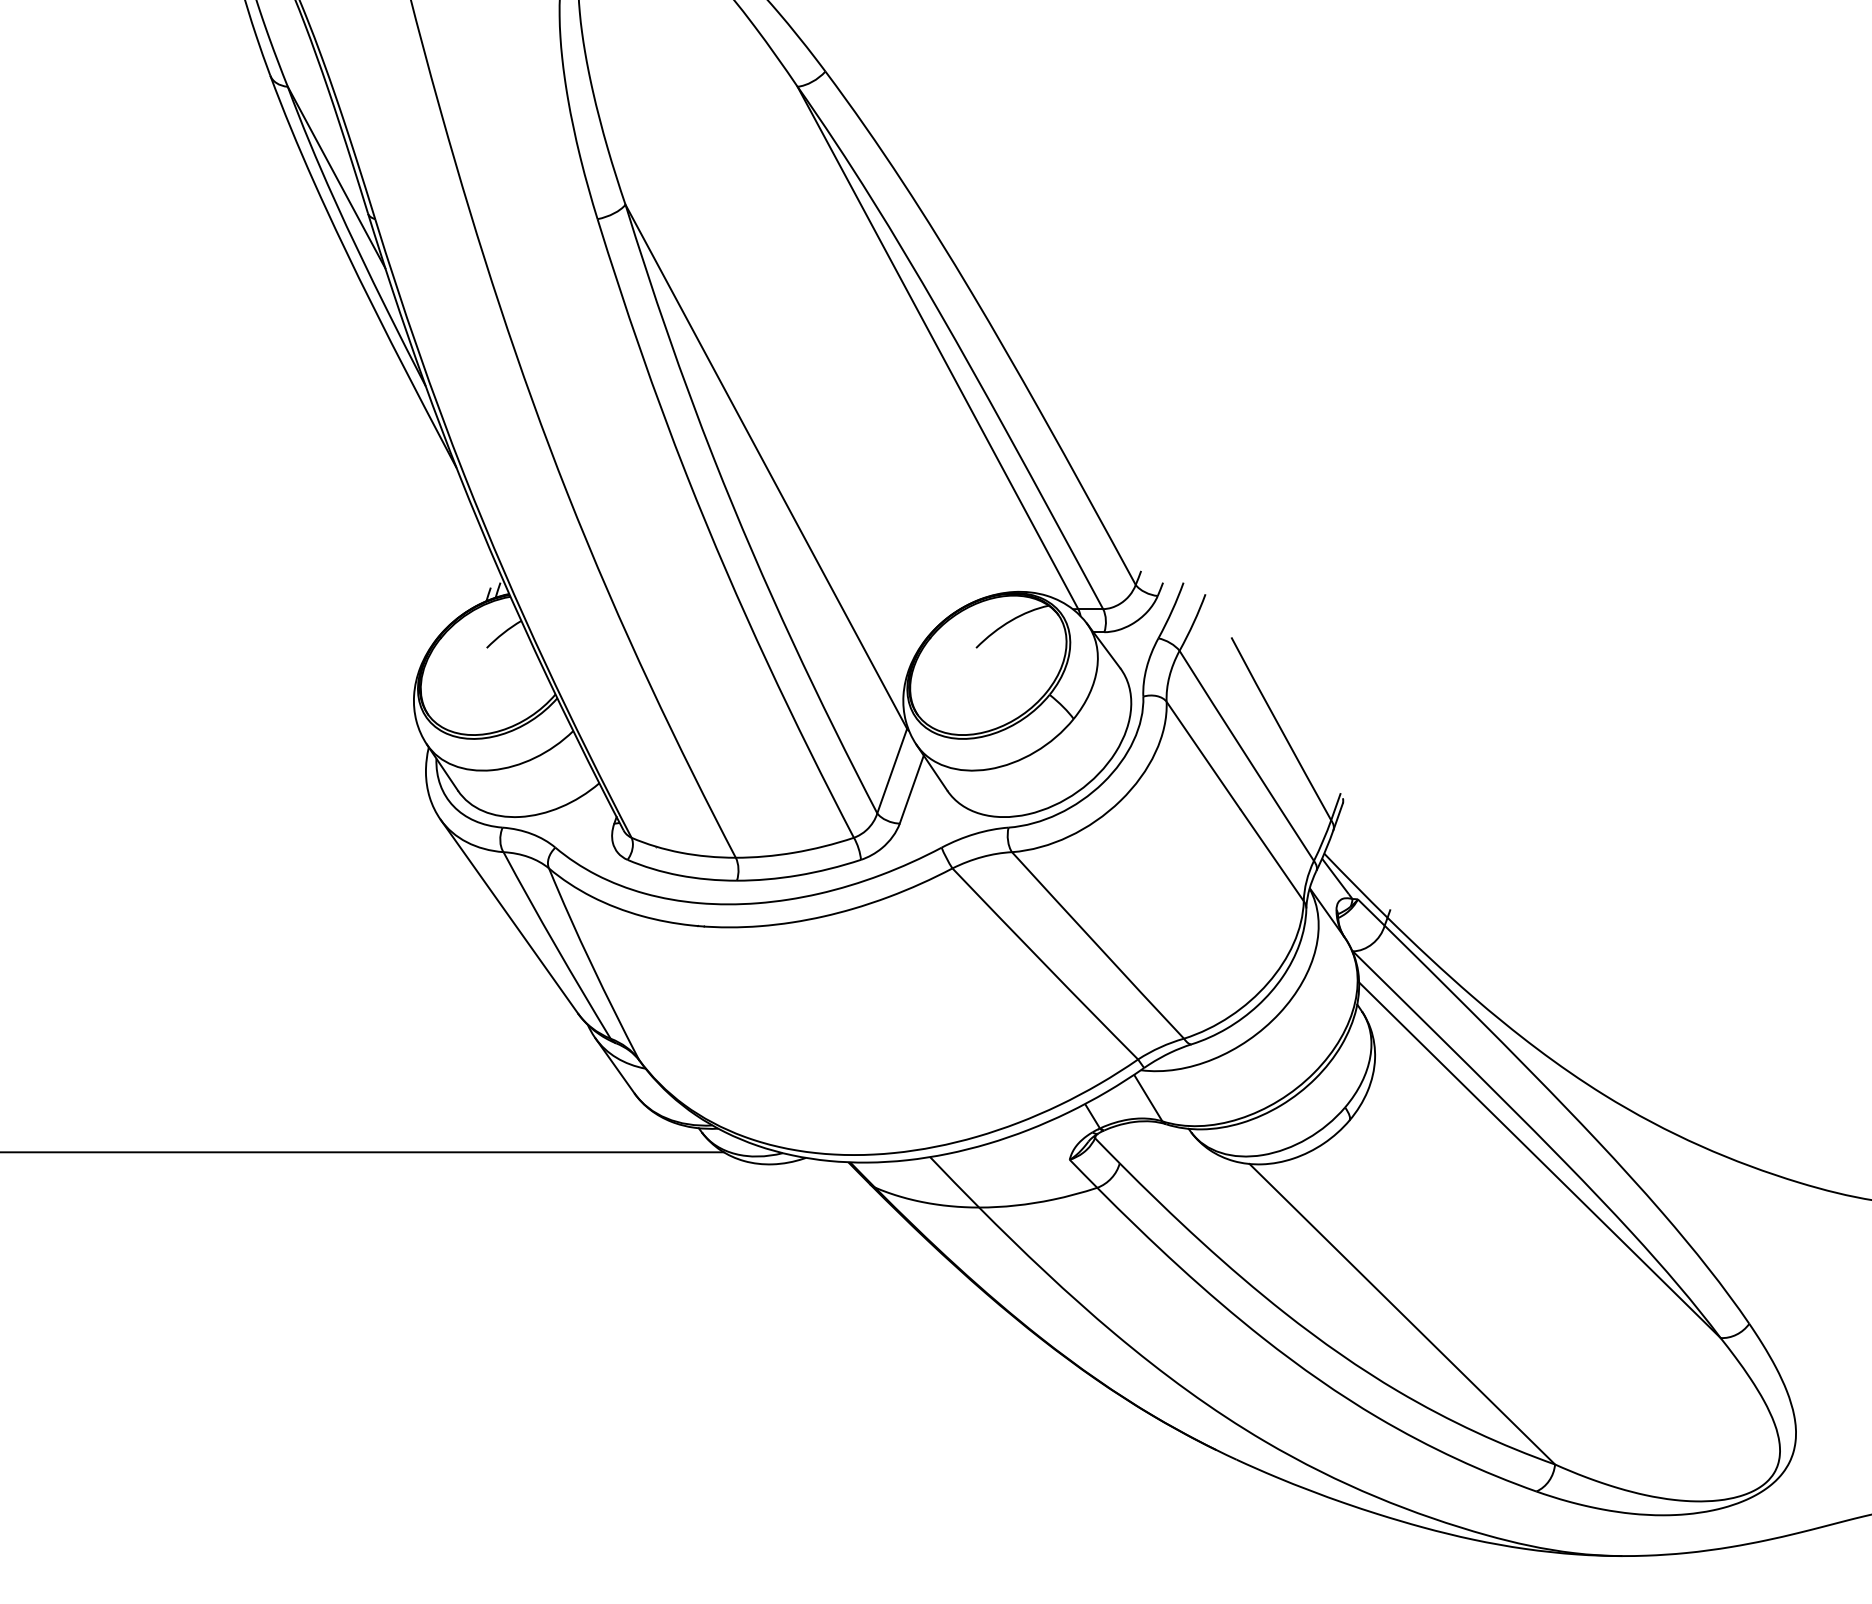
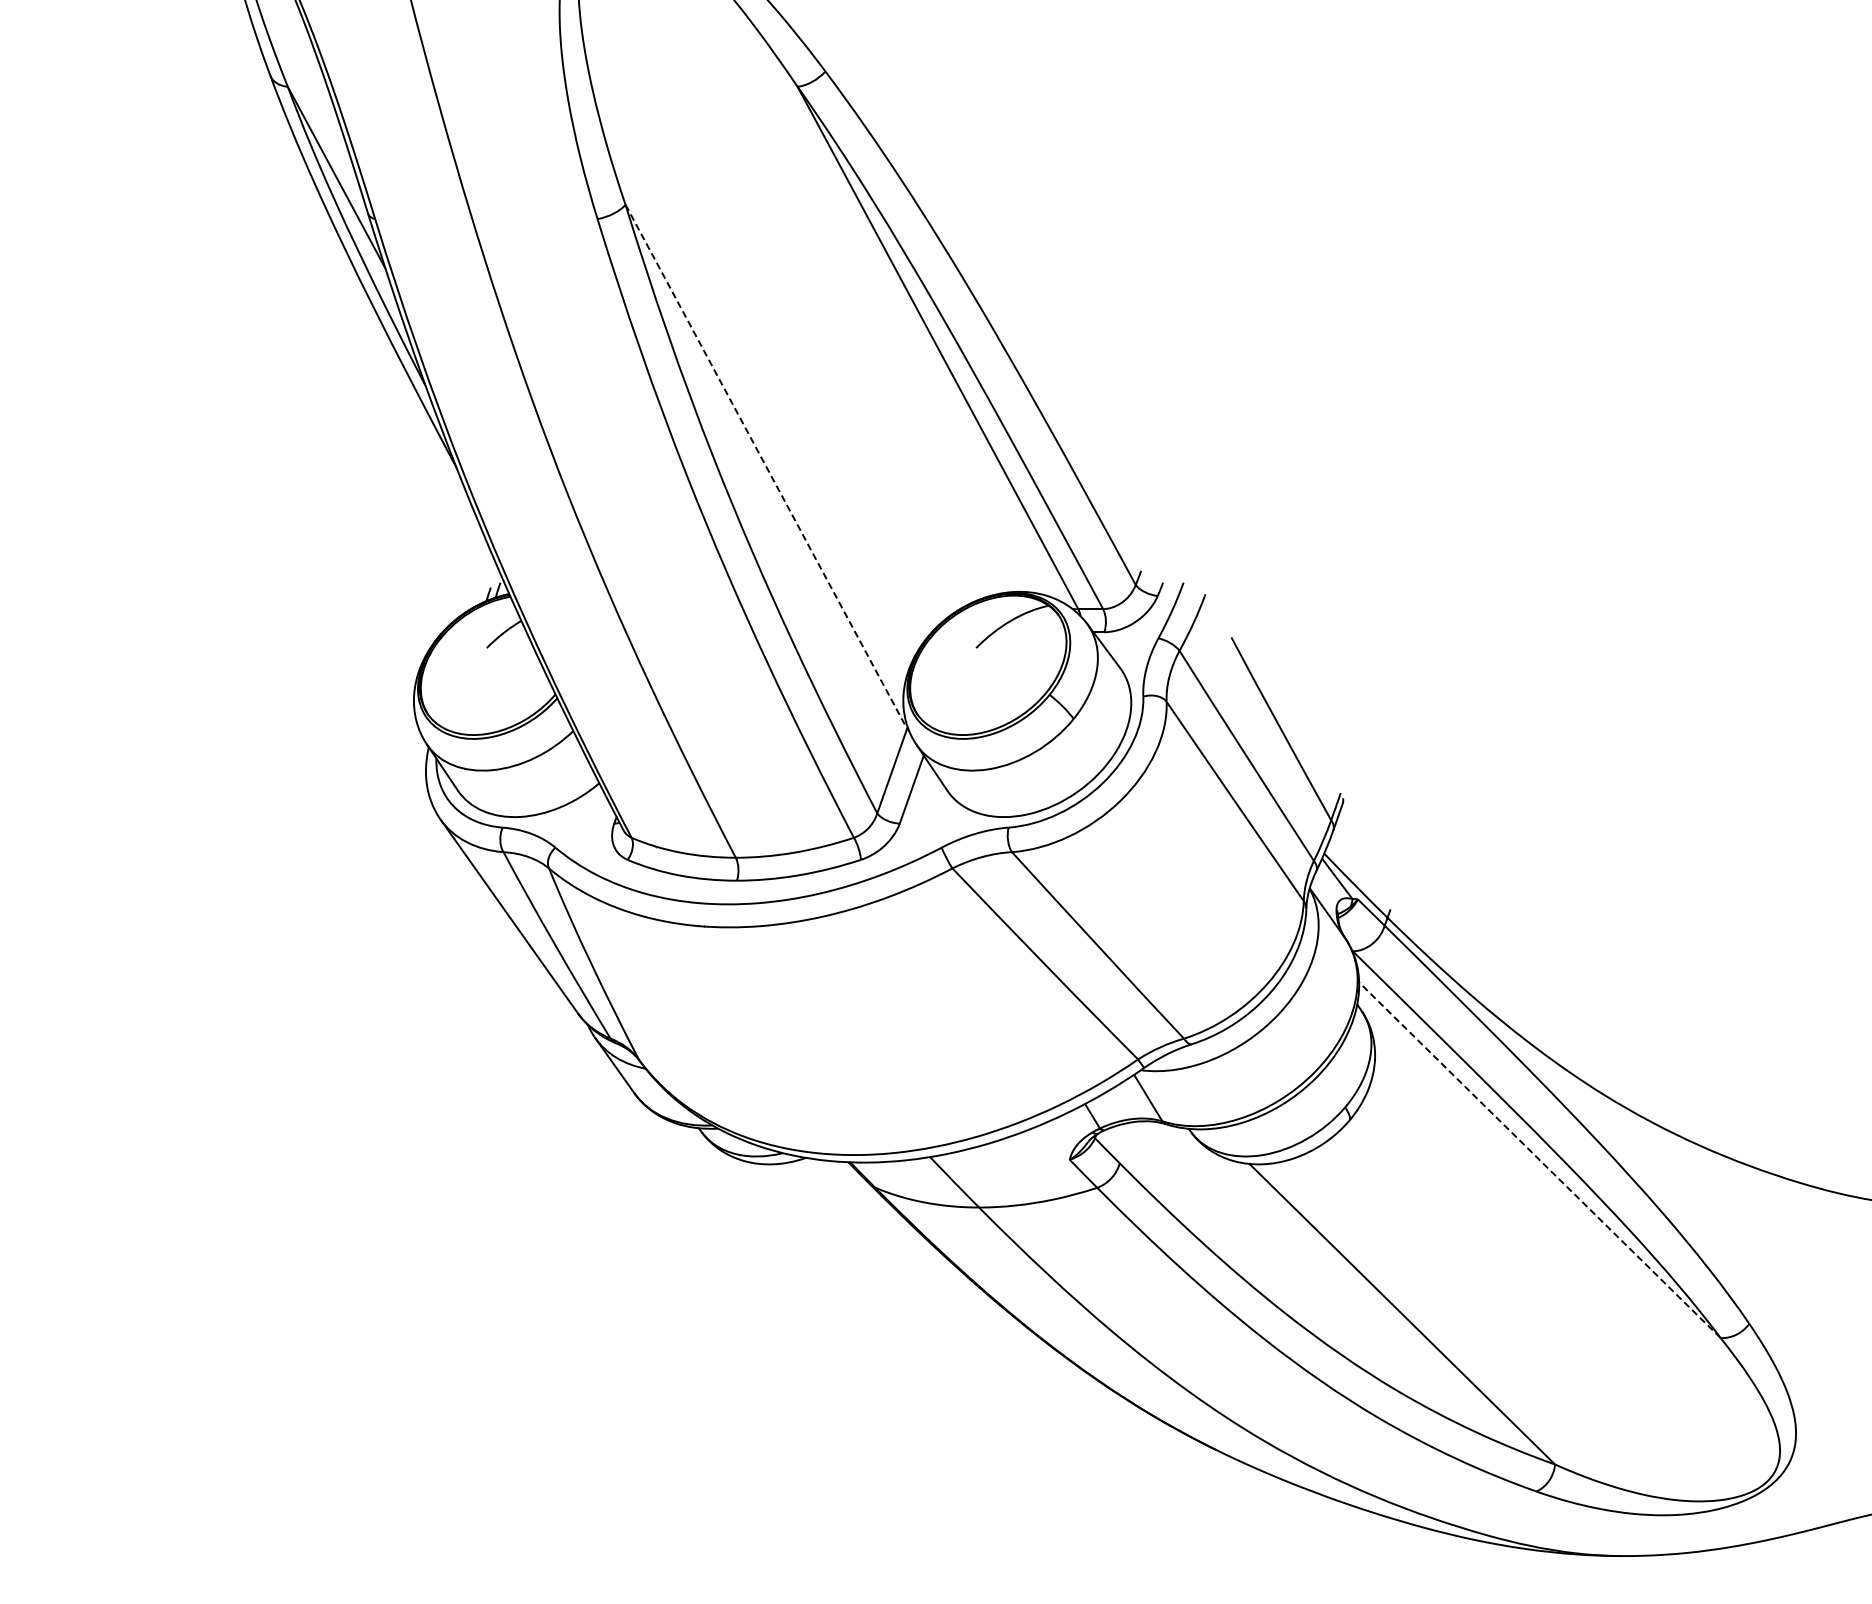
line at (766, 467): solid -> dashed
line at (362, 1152): present -> none
line at (1539, 1160): solid -> dashed
